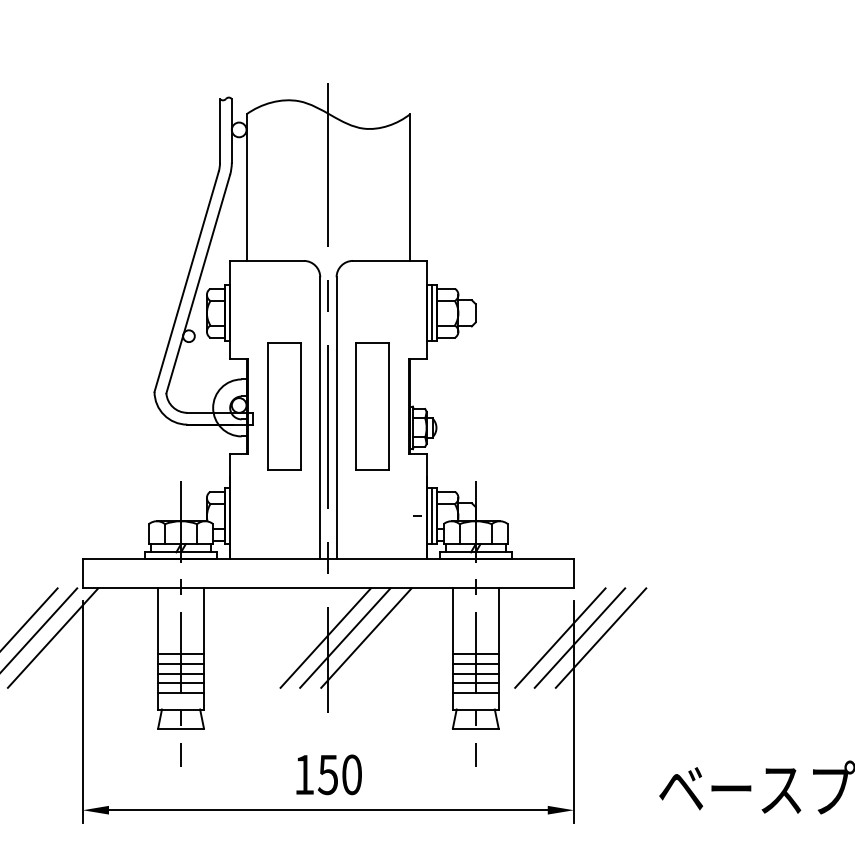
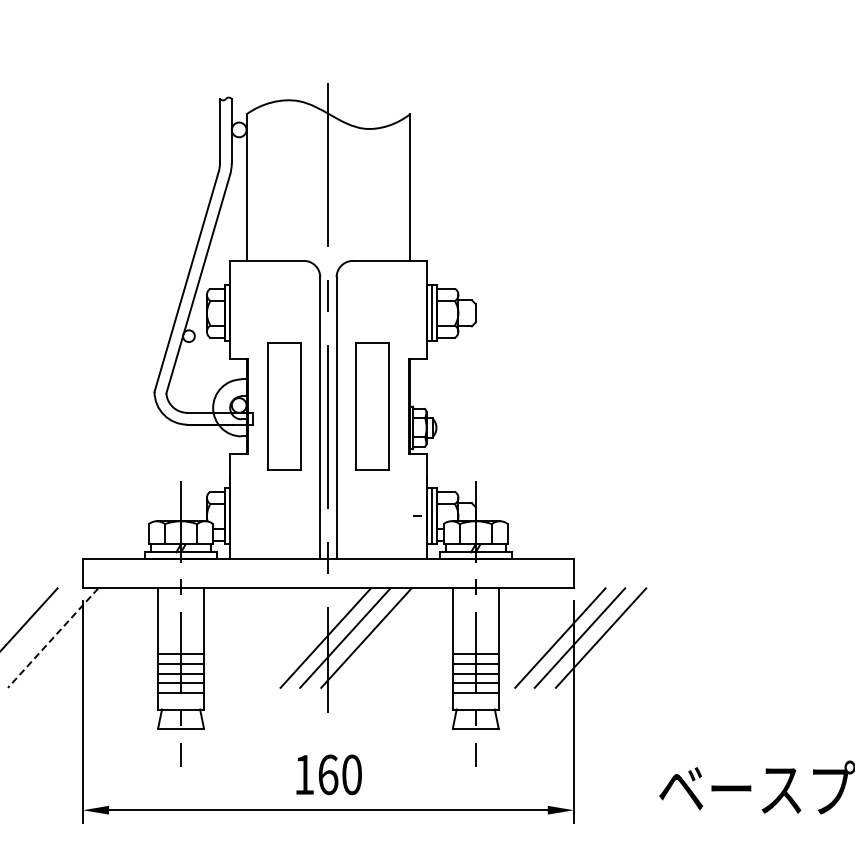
line at (39, 629): present -> none
line at (52, 638): solid -> dashed
text at (328, 774): 150 -> 160
